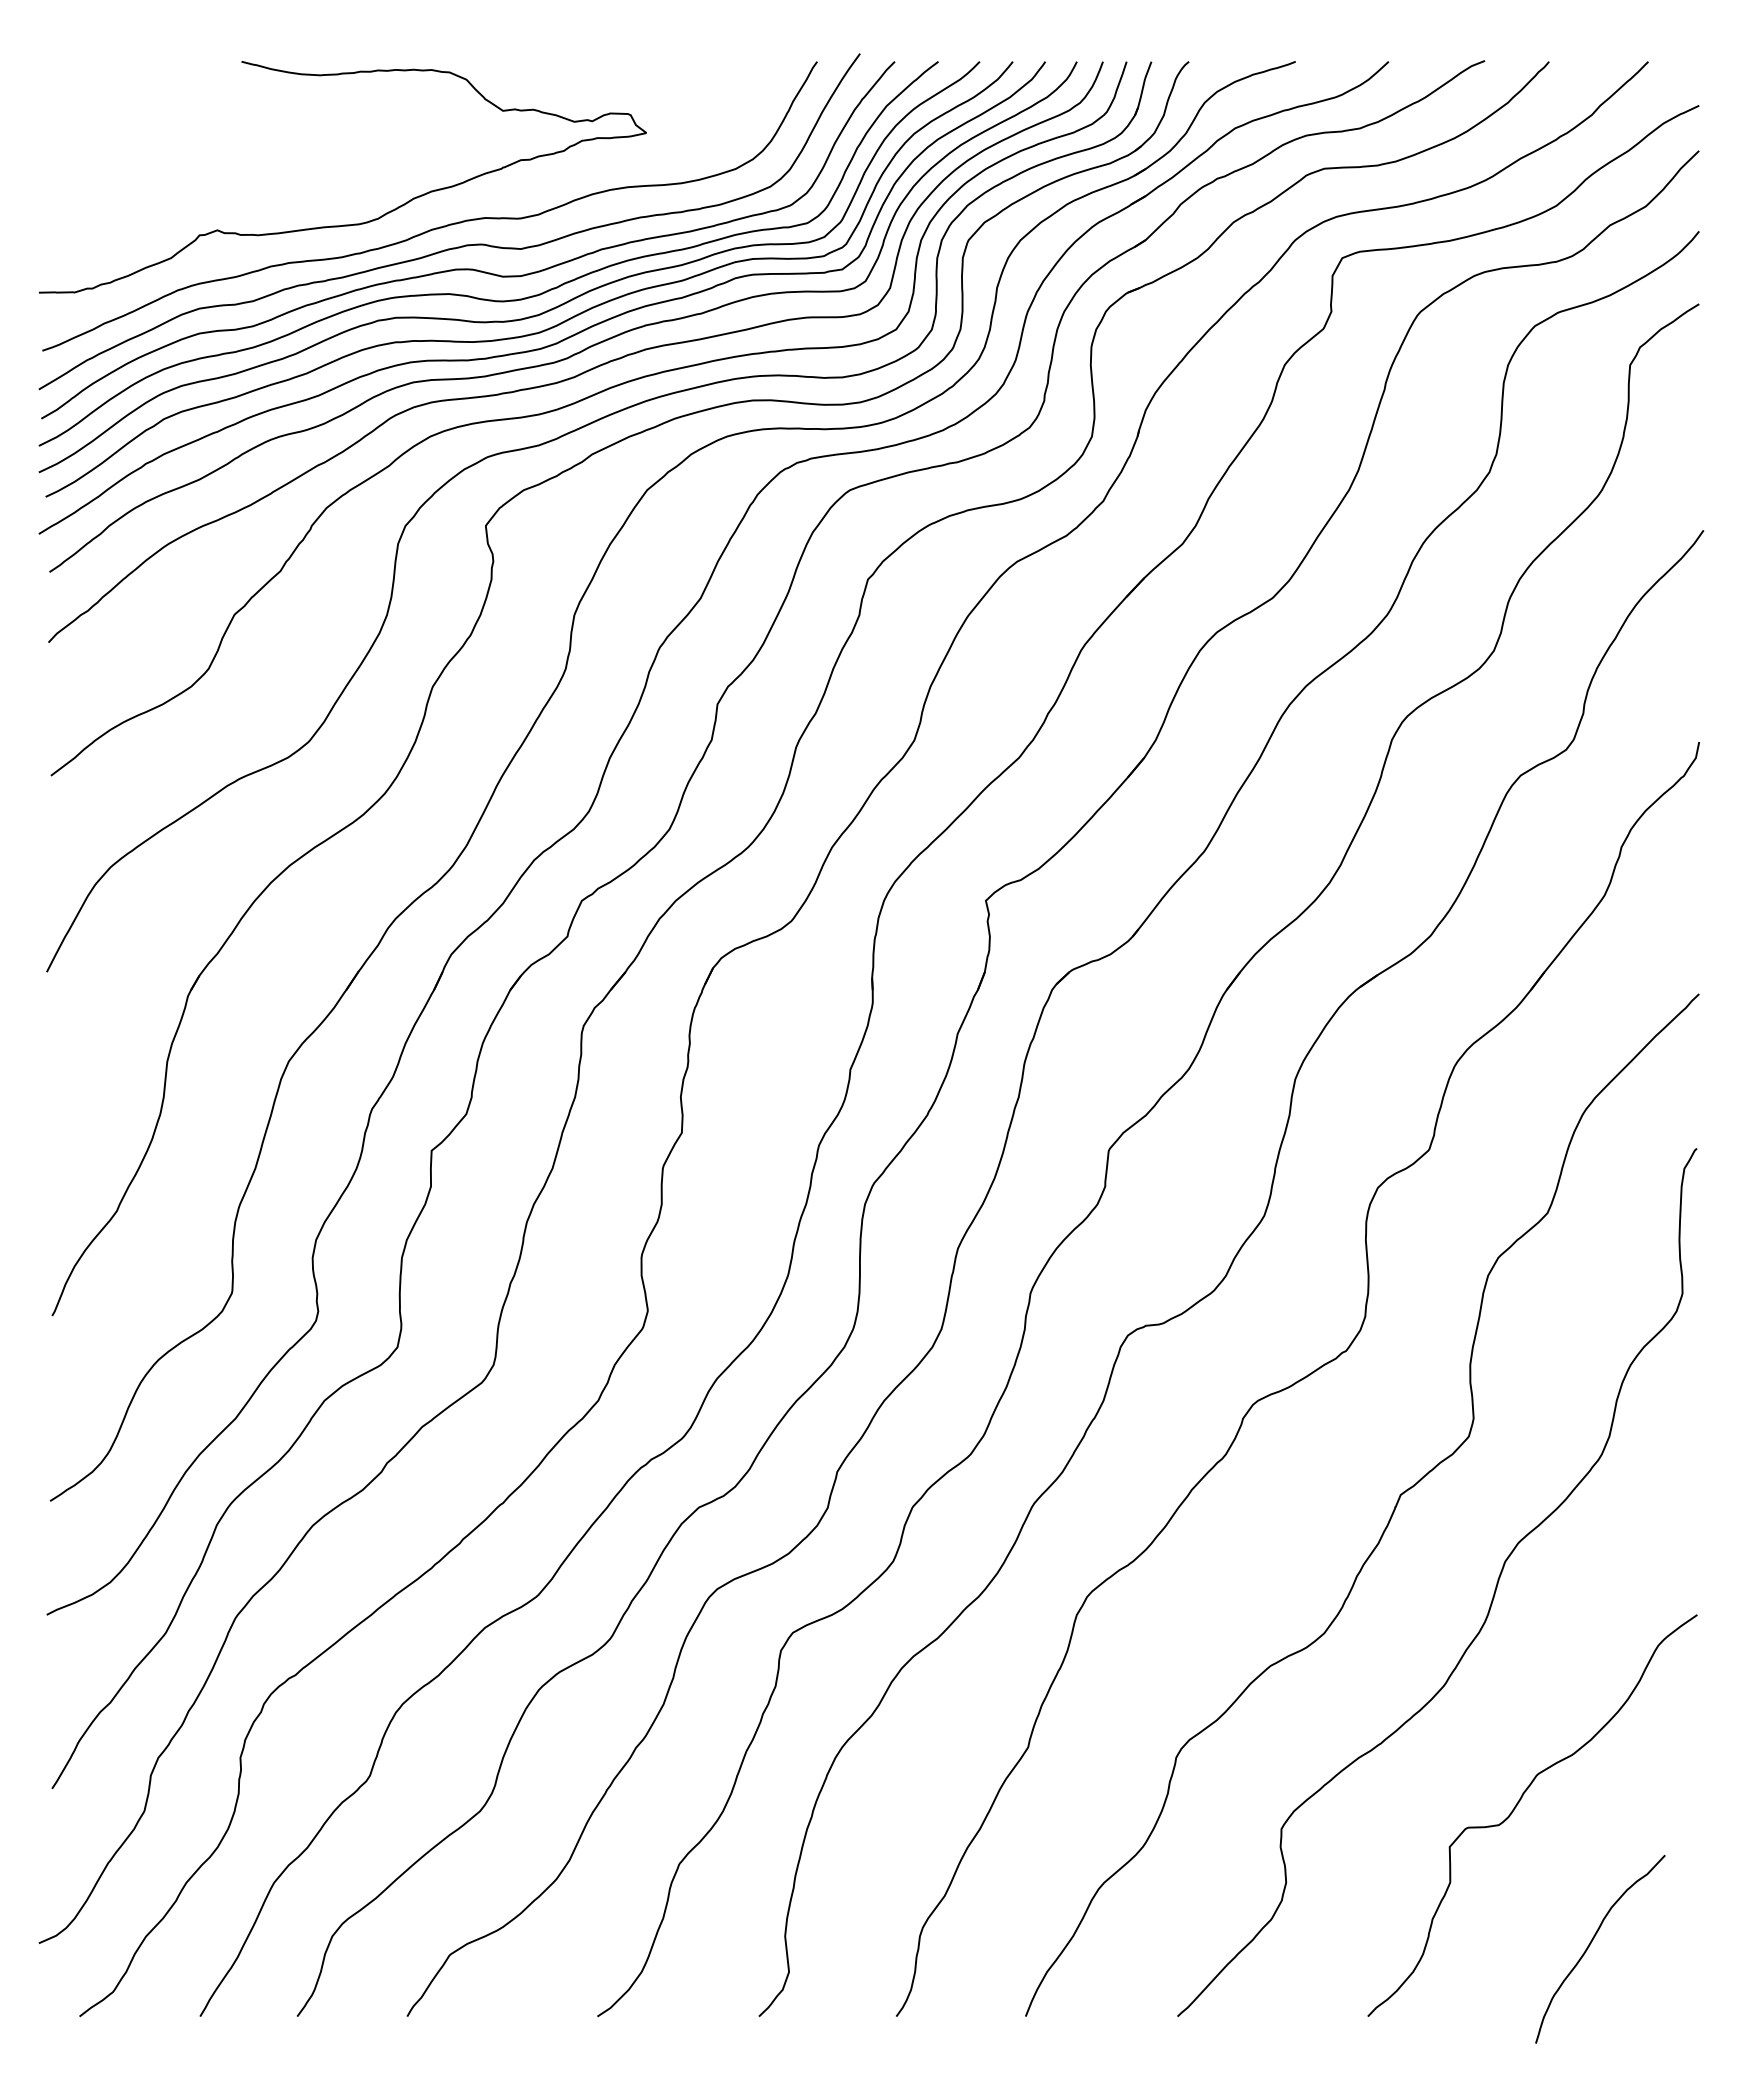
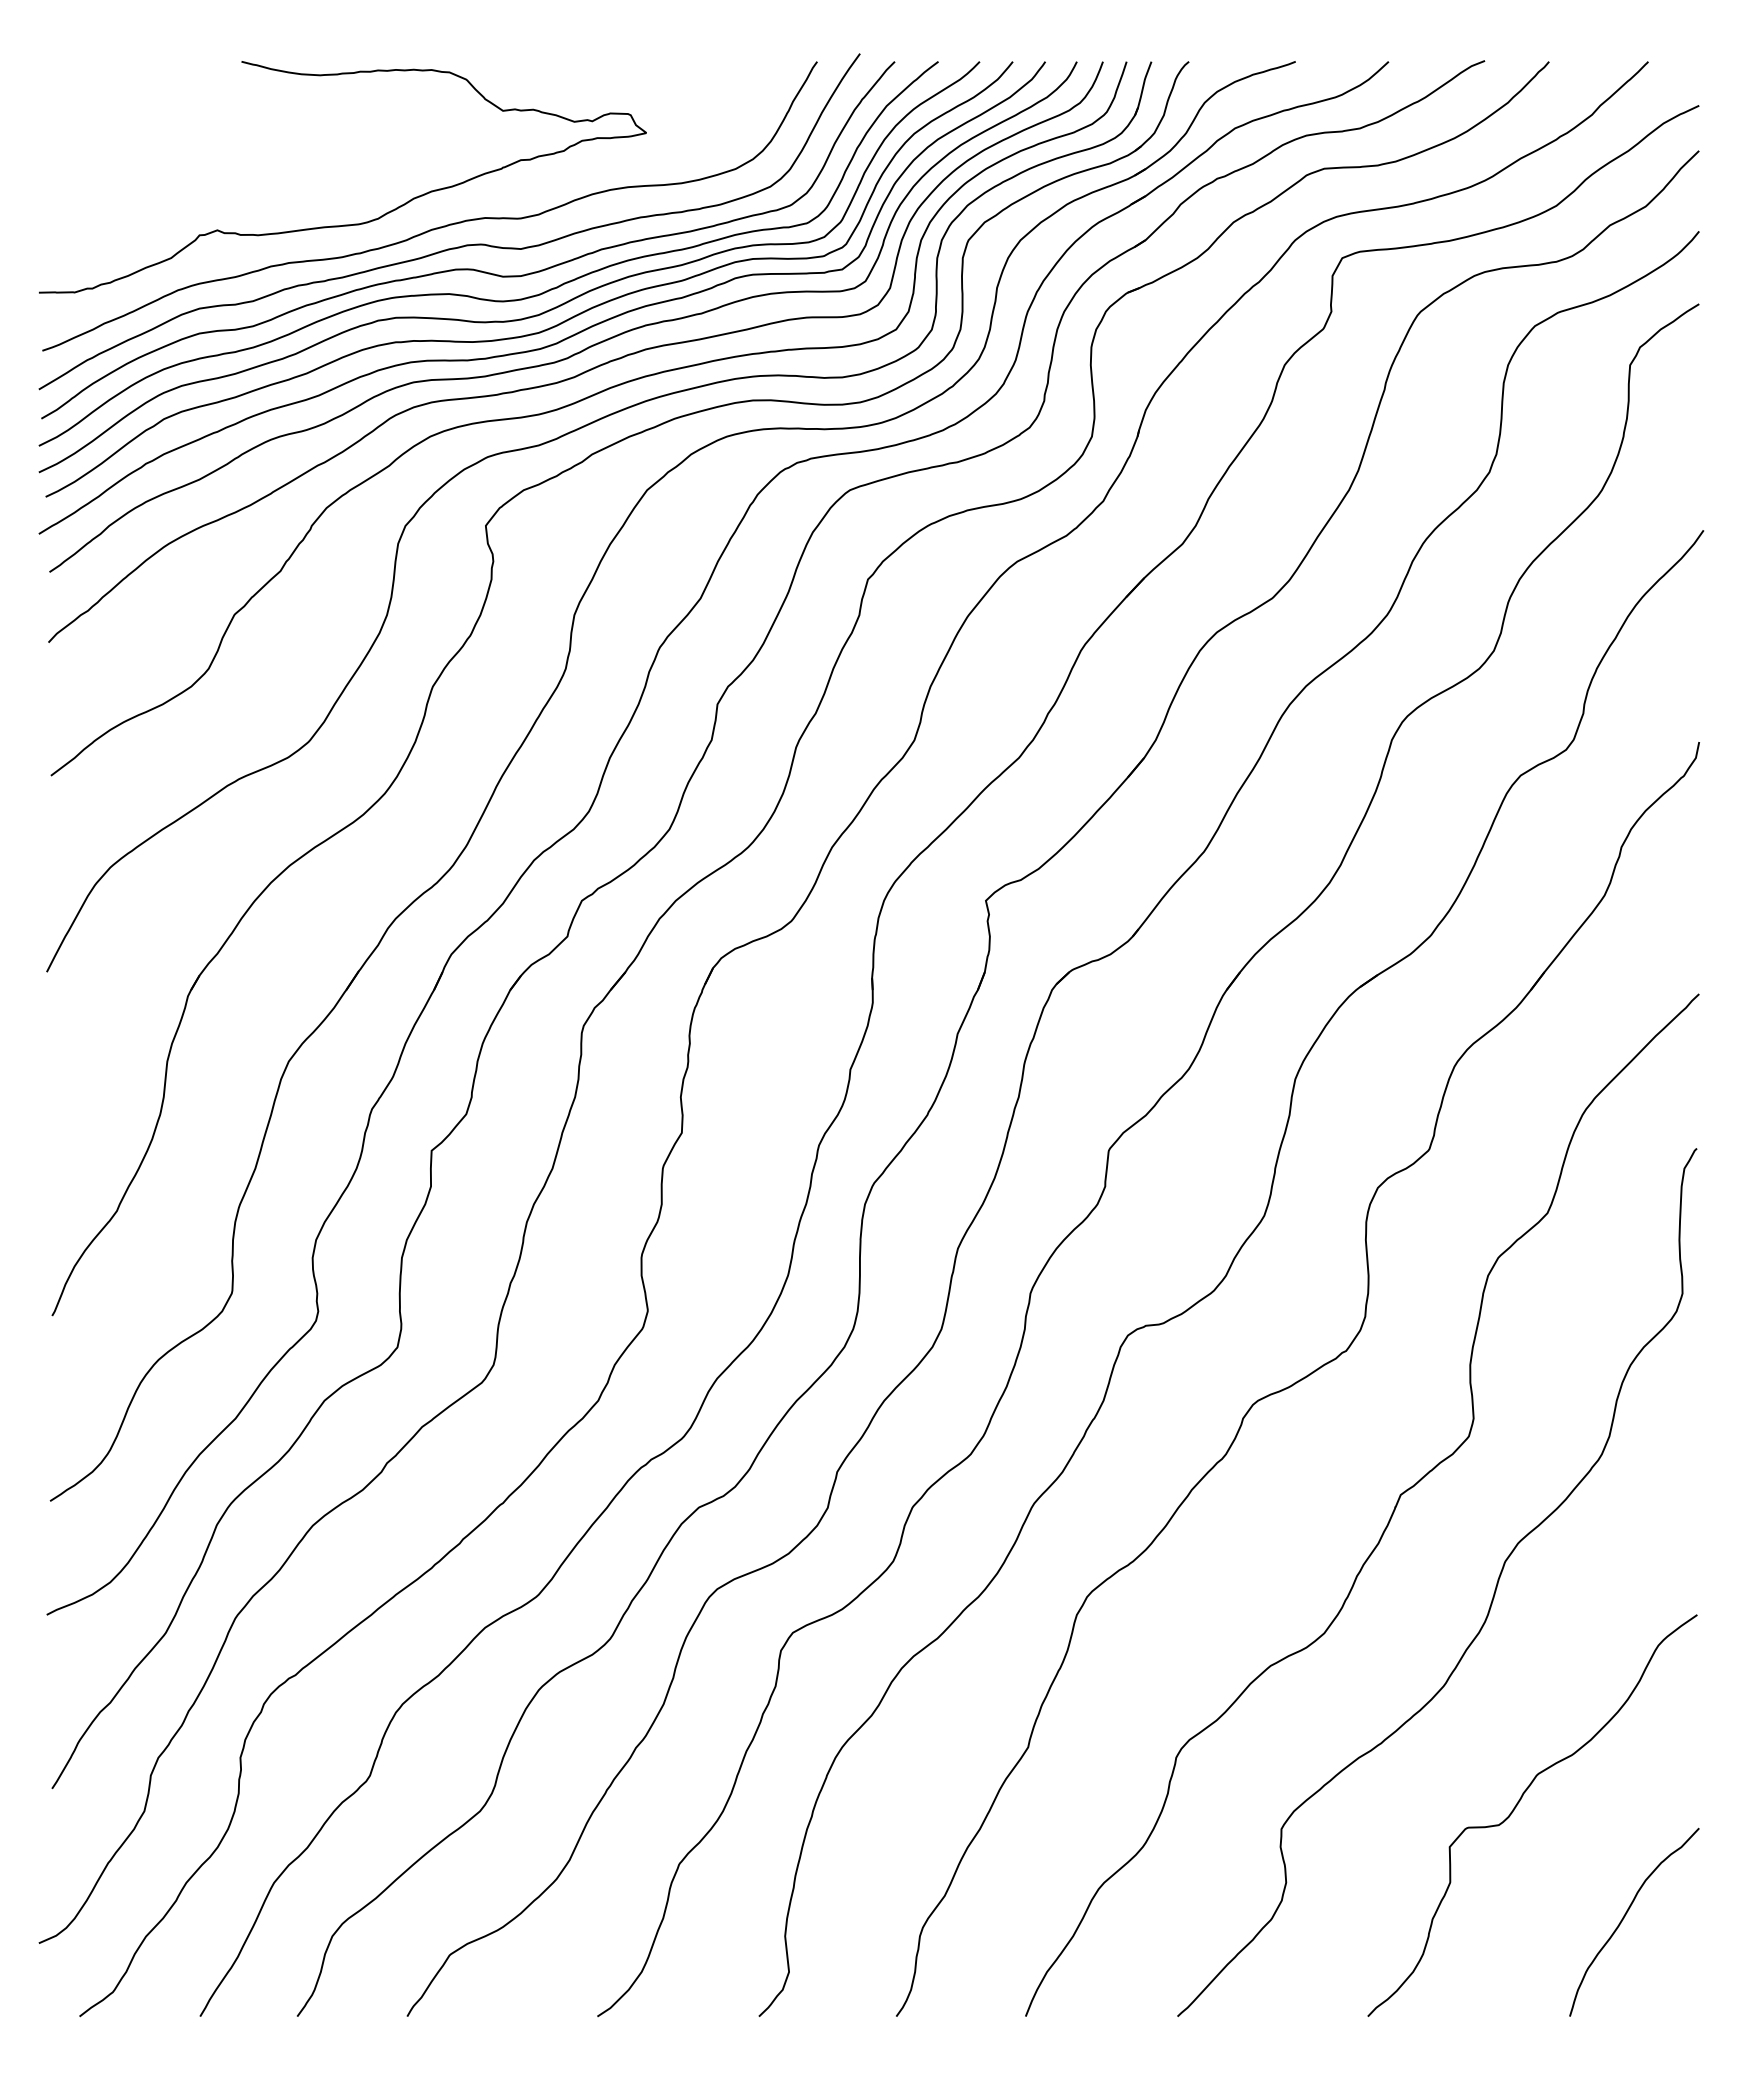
curve at (1591, 1943) position: (1591, 1943) -> (1625, 1916)
